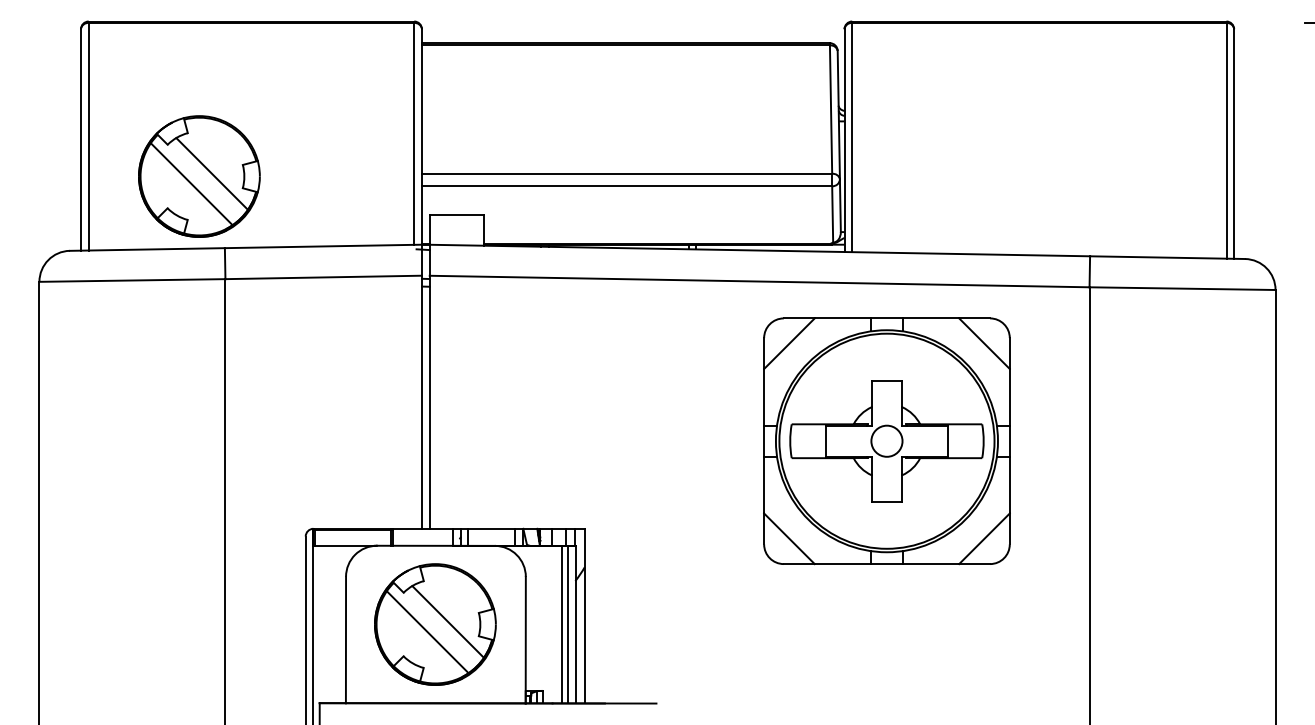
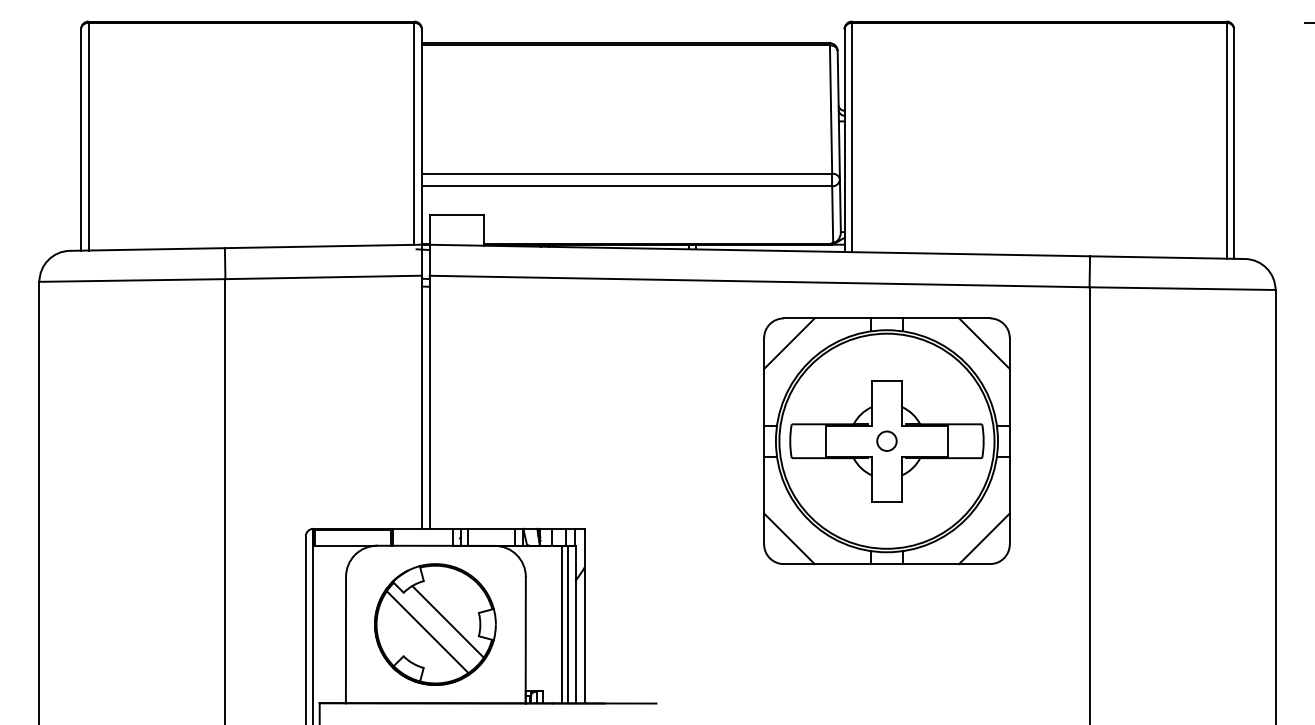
part at (199, 176): present -> none
circle at (886, 440) diameter: 31 px -> 19 px
